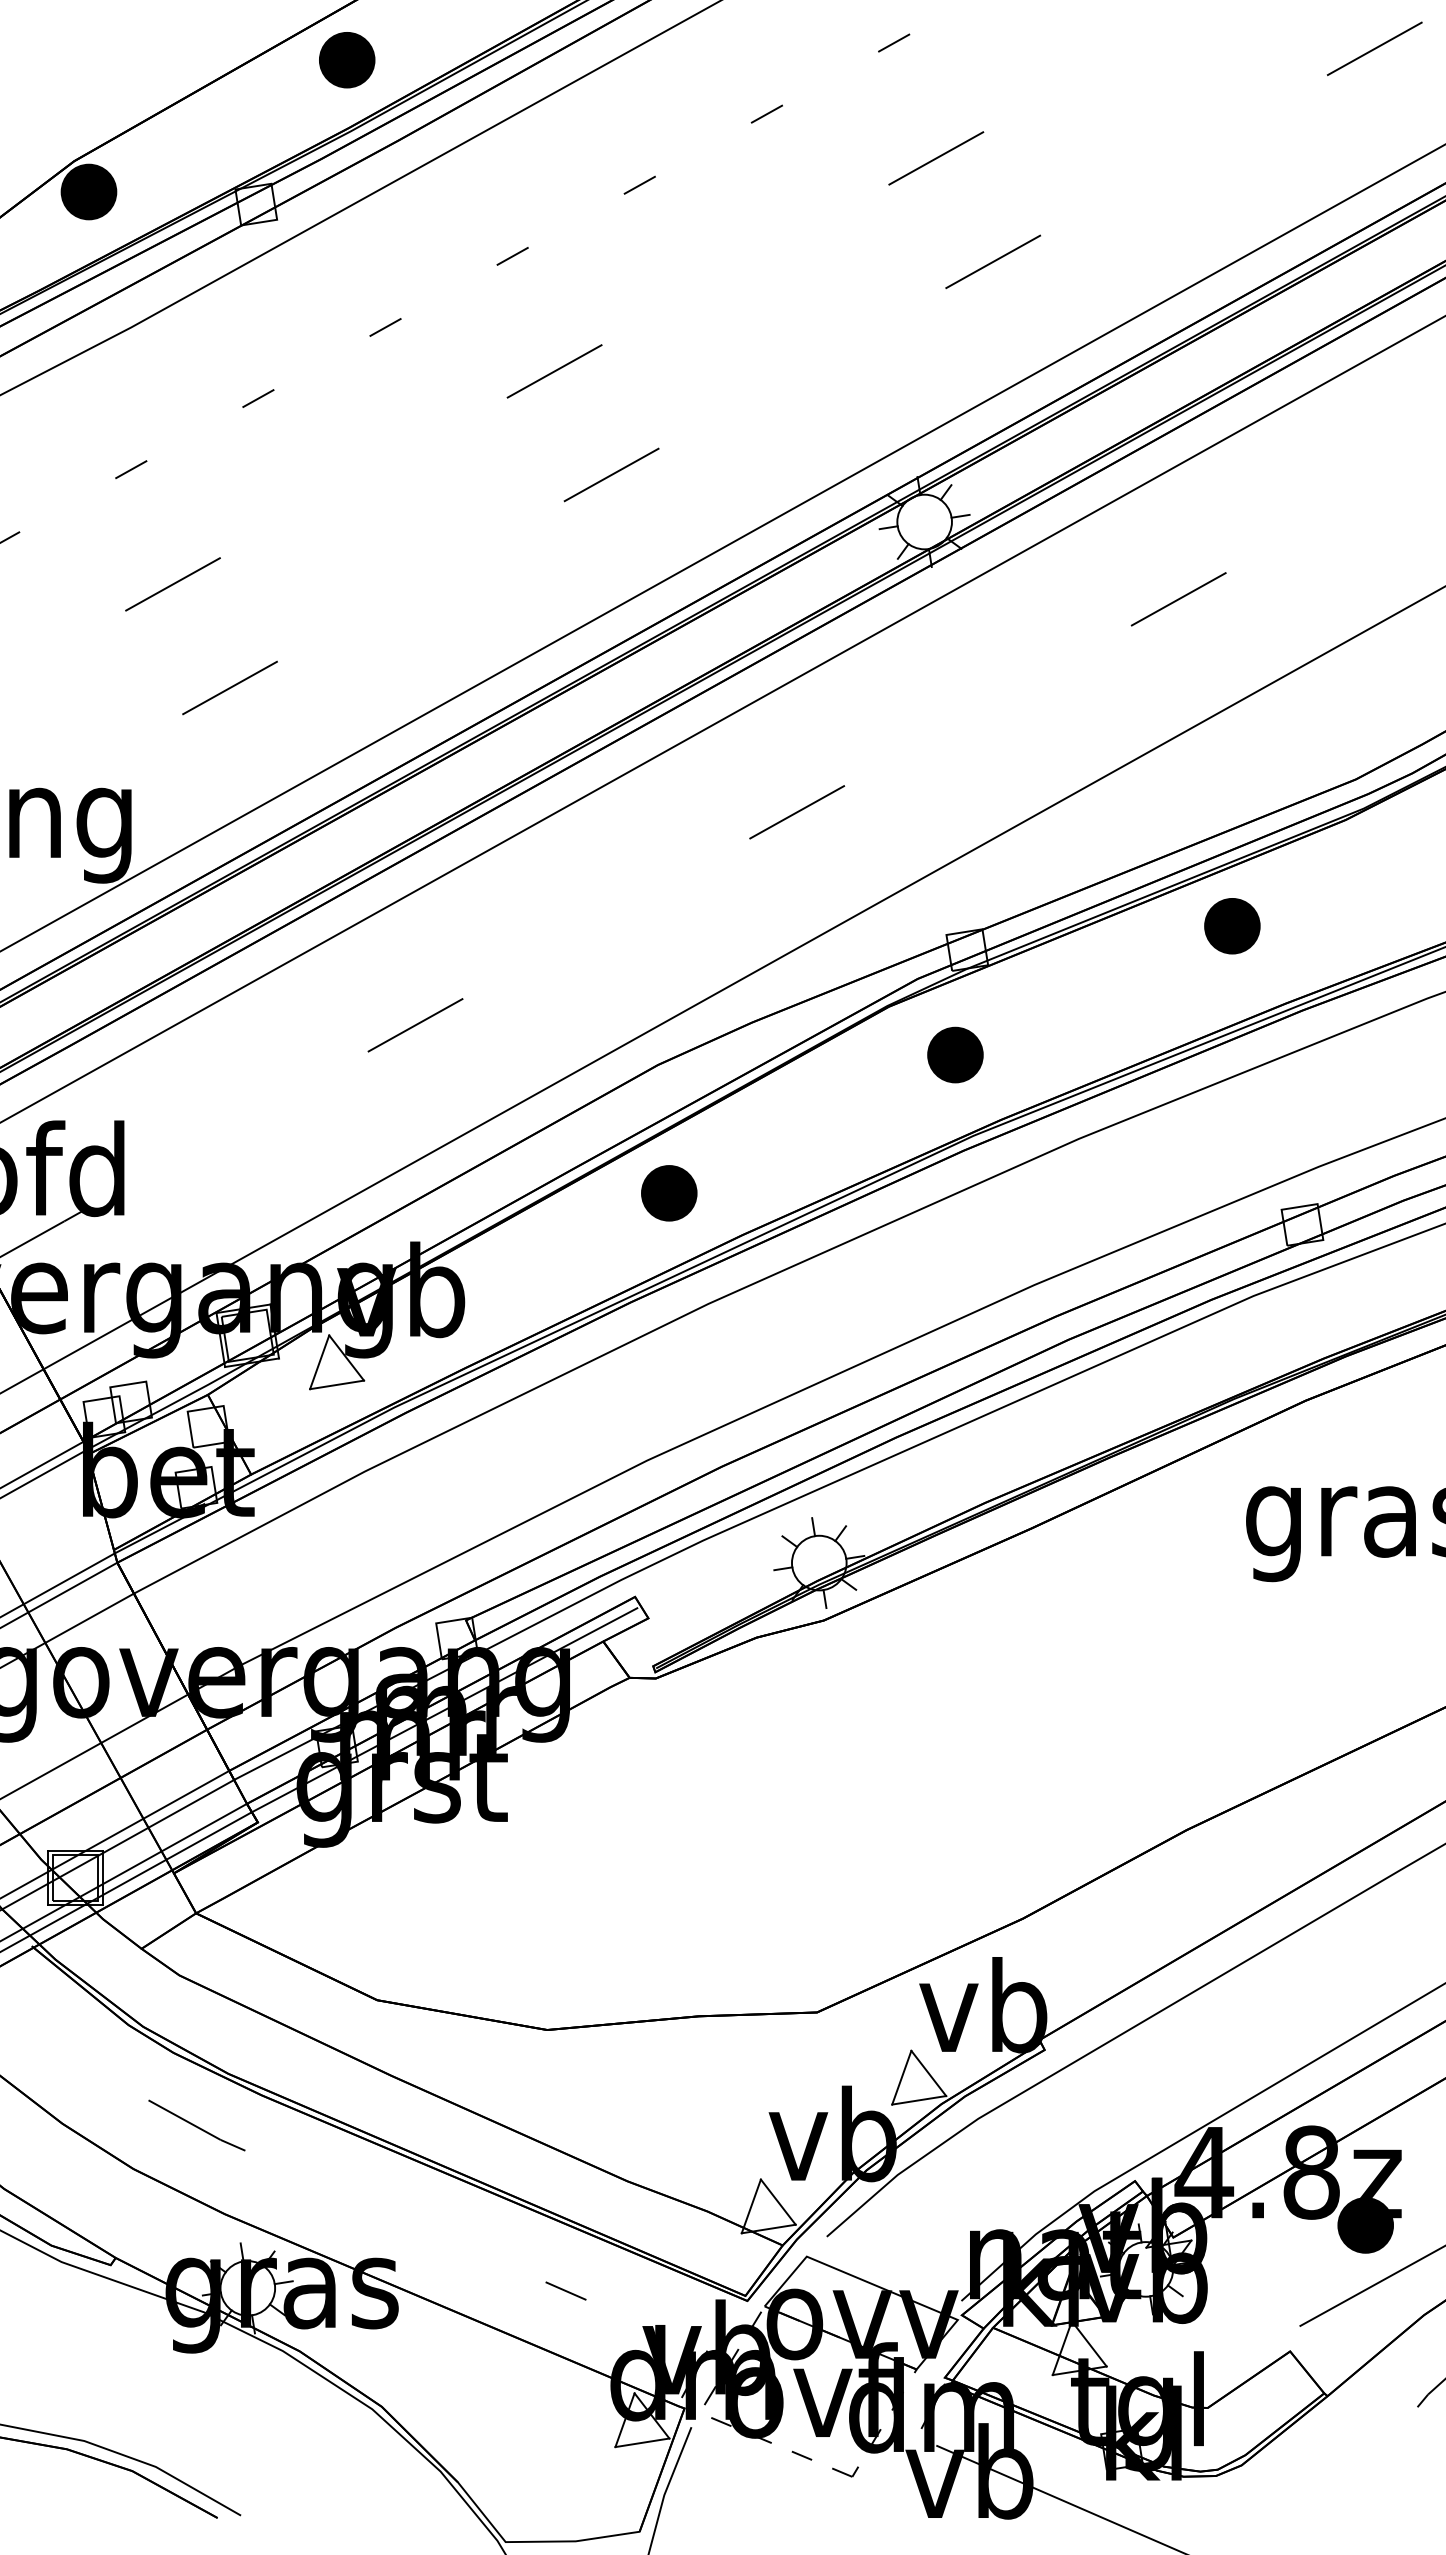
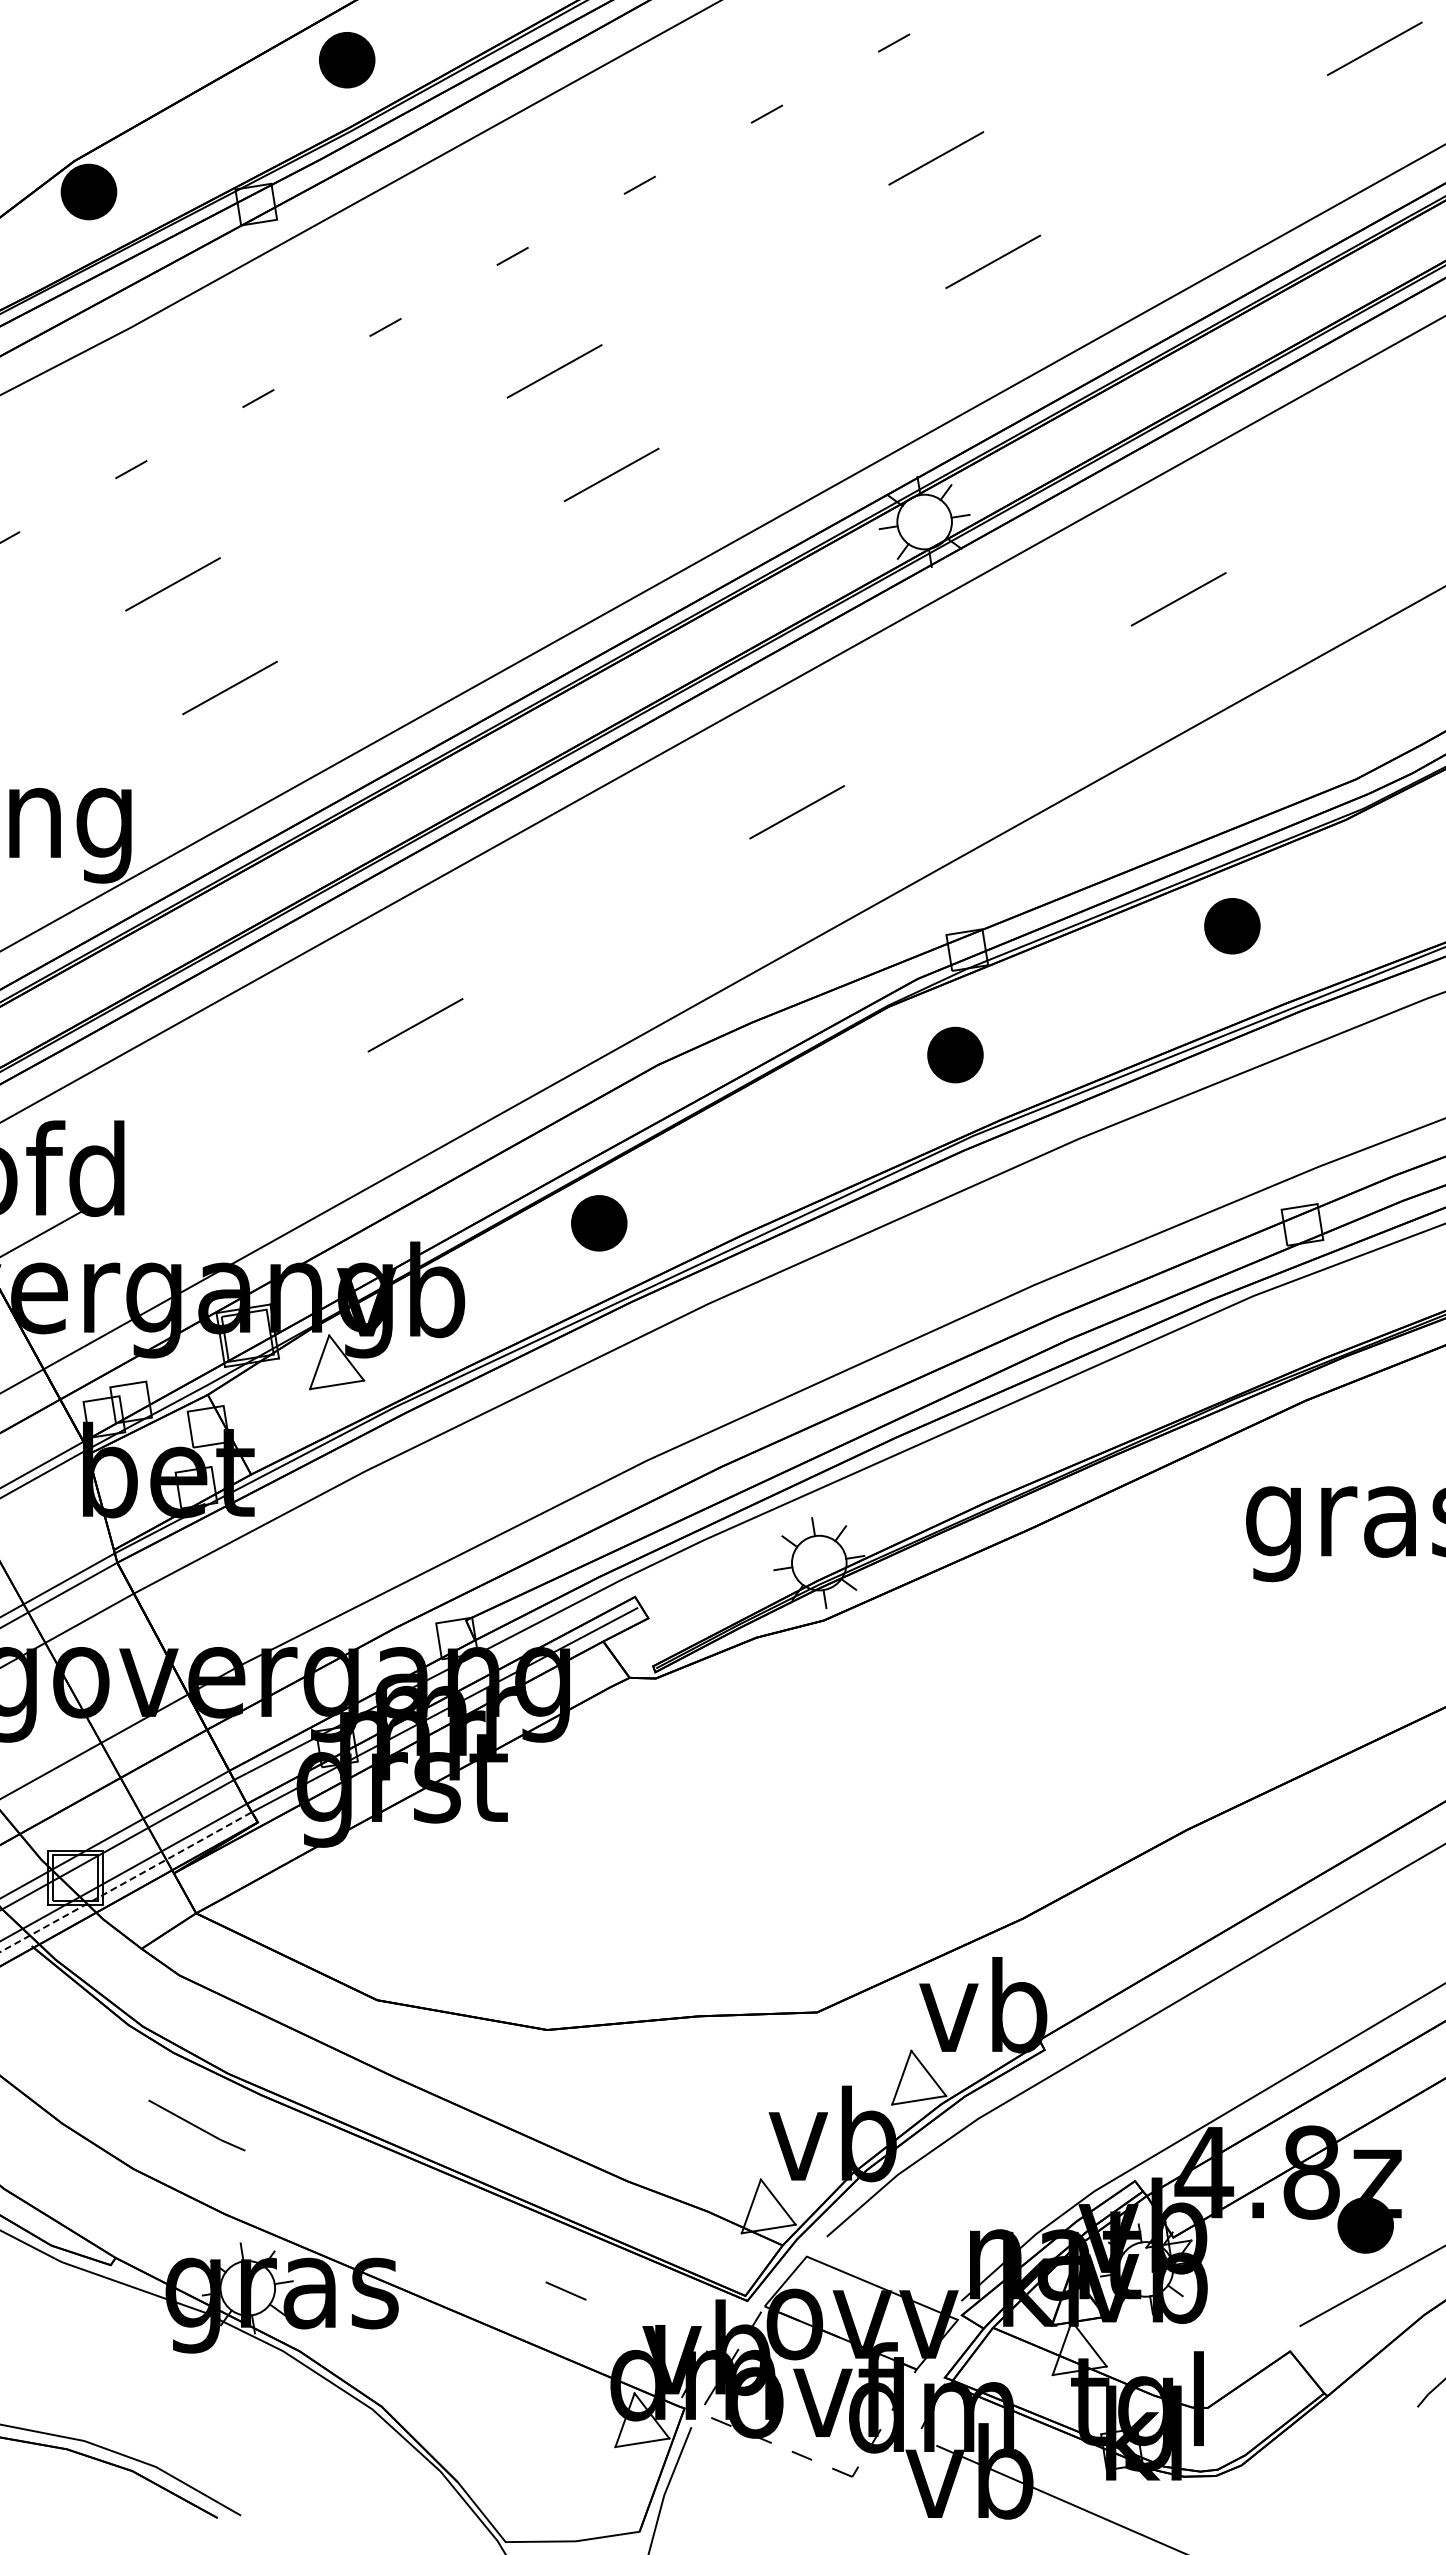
part at (669, 1193) position: (669, 1193) -> (599, 1223)
line at (125, 1882): solid -> dashed
